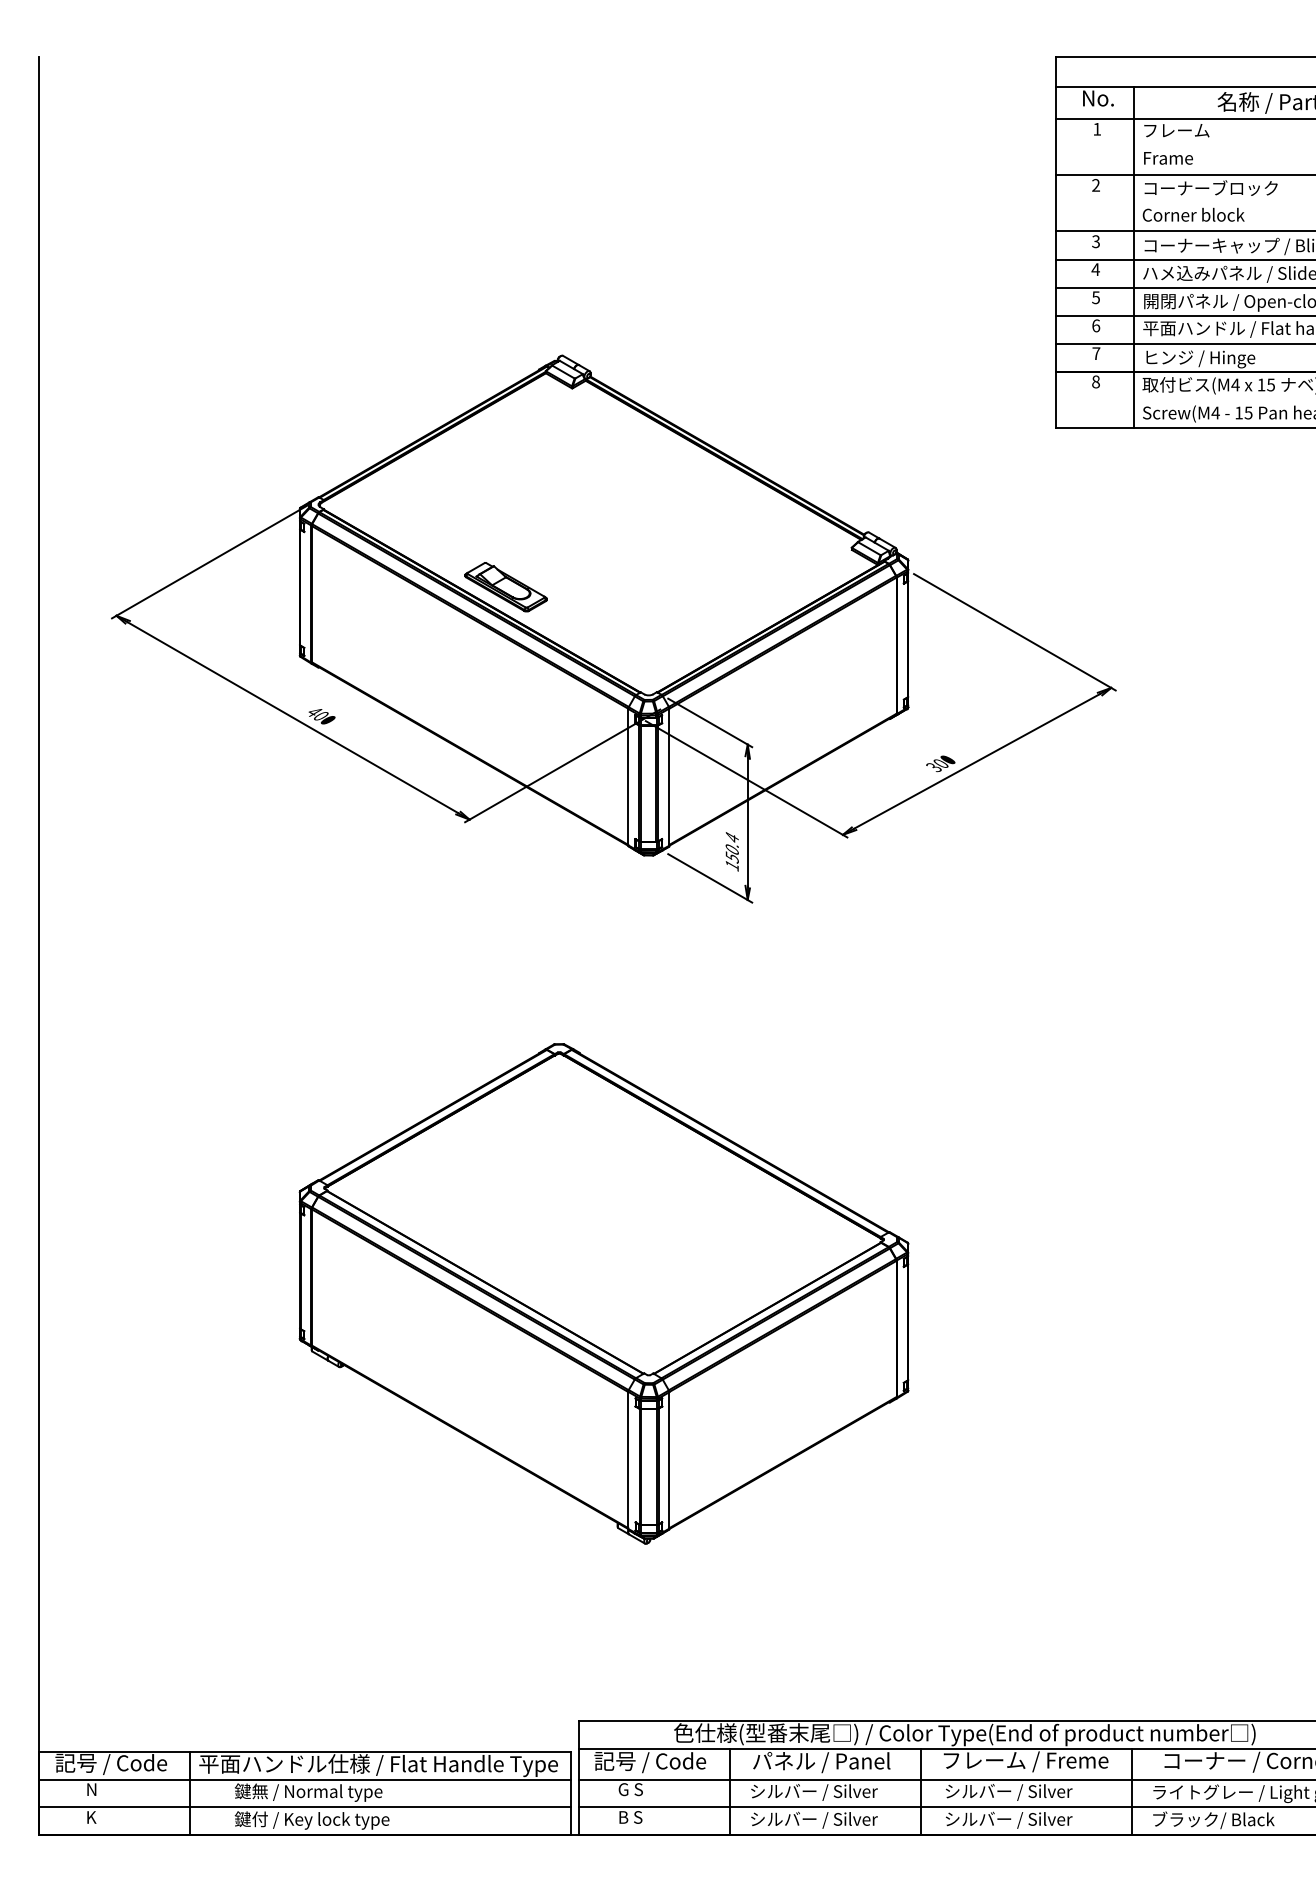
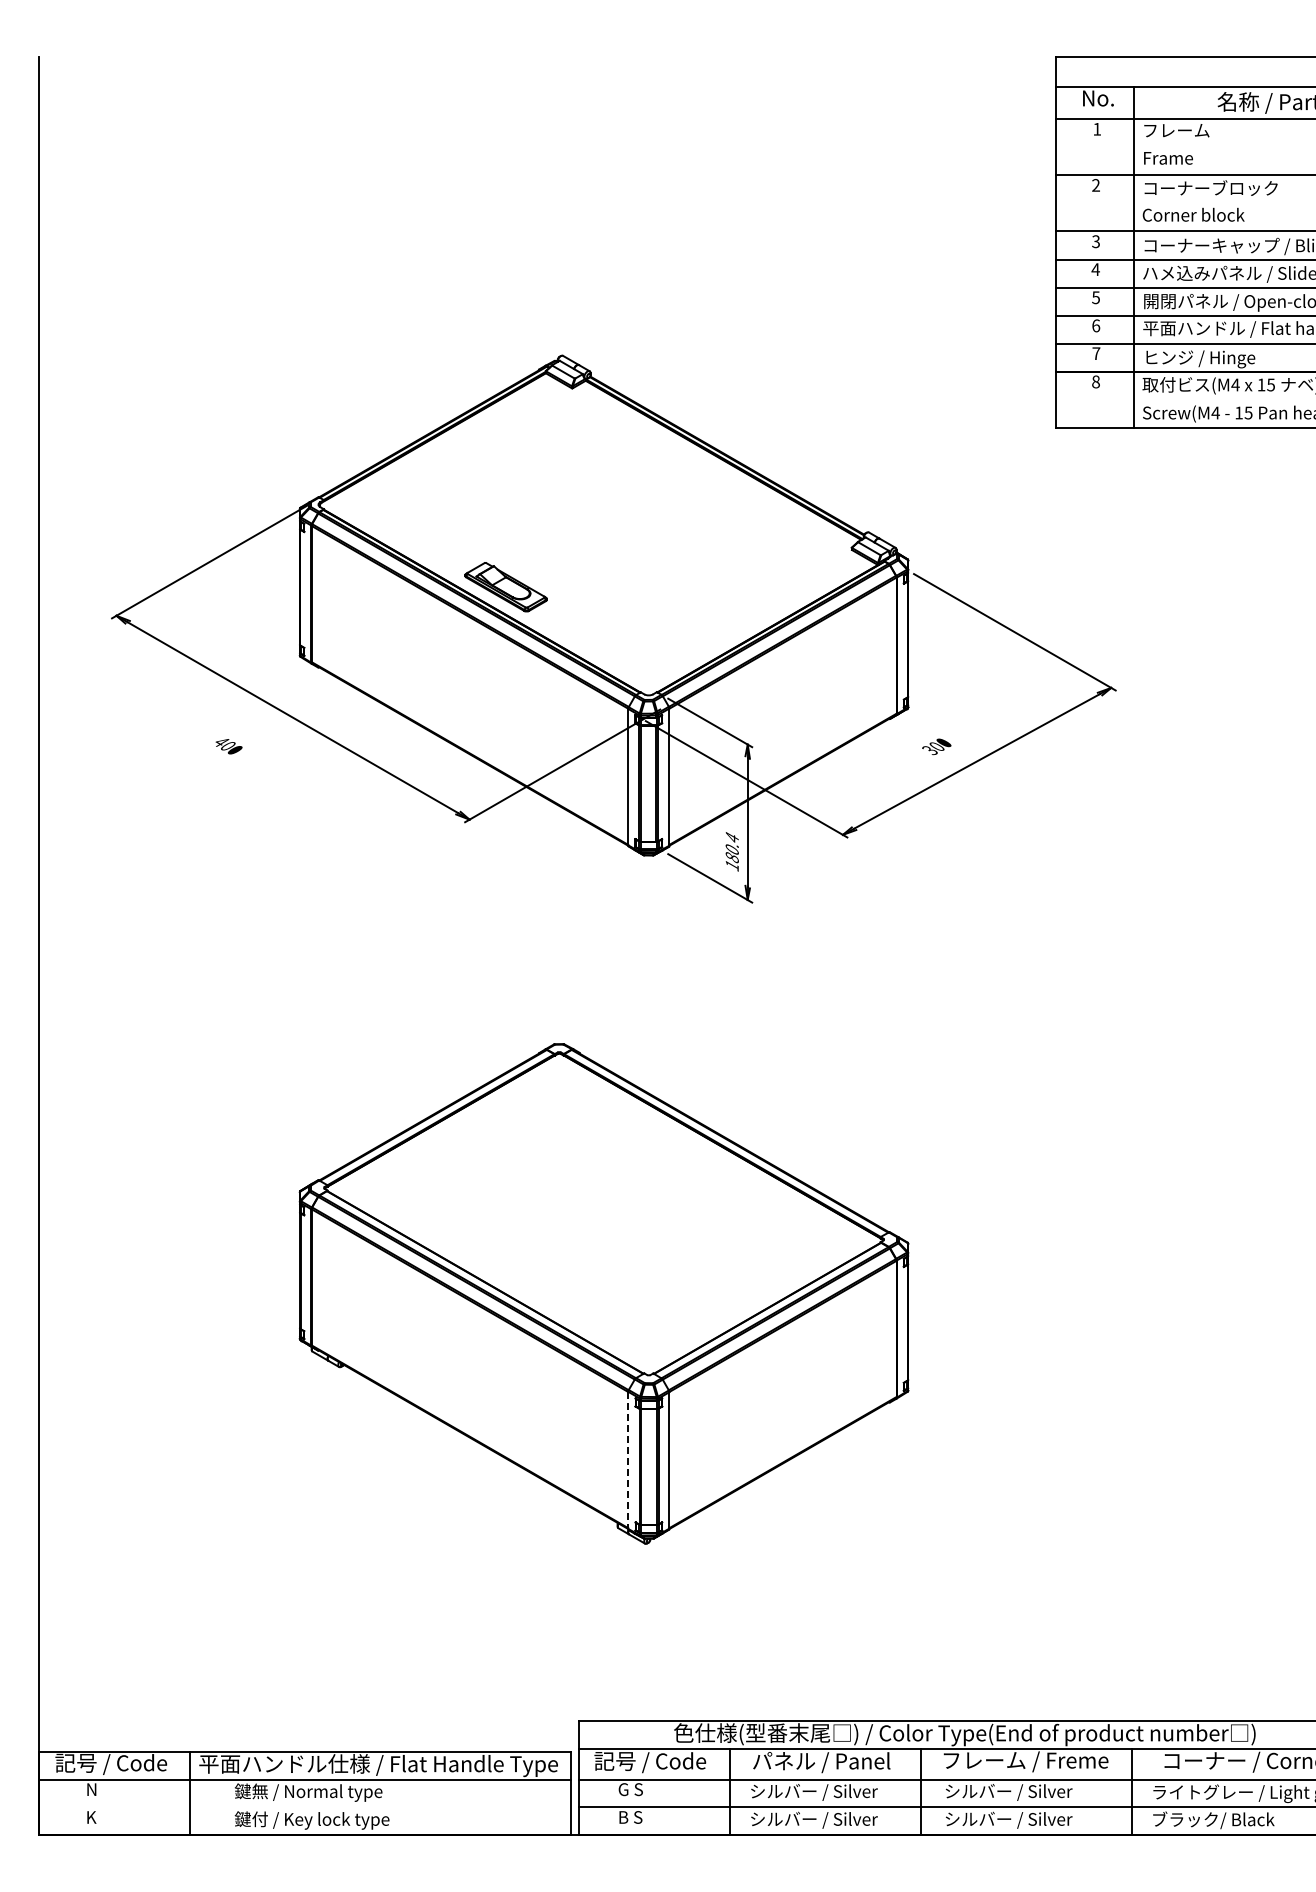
text at (321, 716) position: (321, 716) -> (228, 746)
text at (940, 763) position: (940, 763) -> (936, 746)
text at (731, 857): 150.4 -> 180.4
line at (628, 1460): solid -> dashed
line at (304, 1807): present -> none
